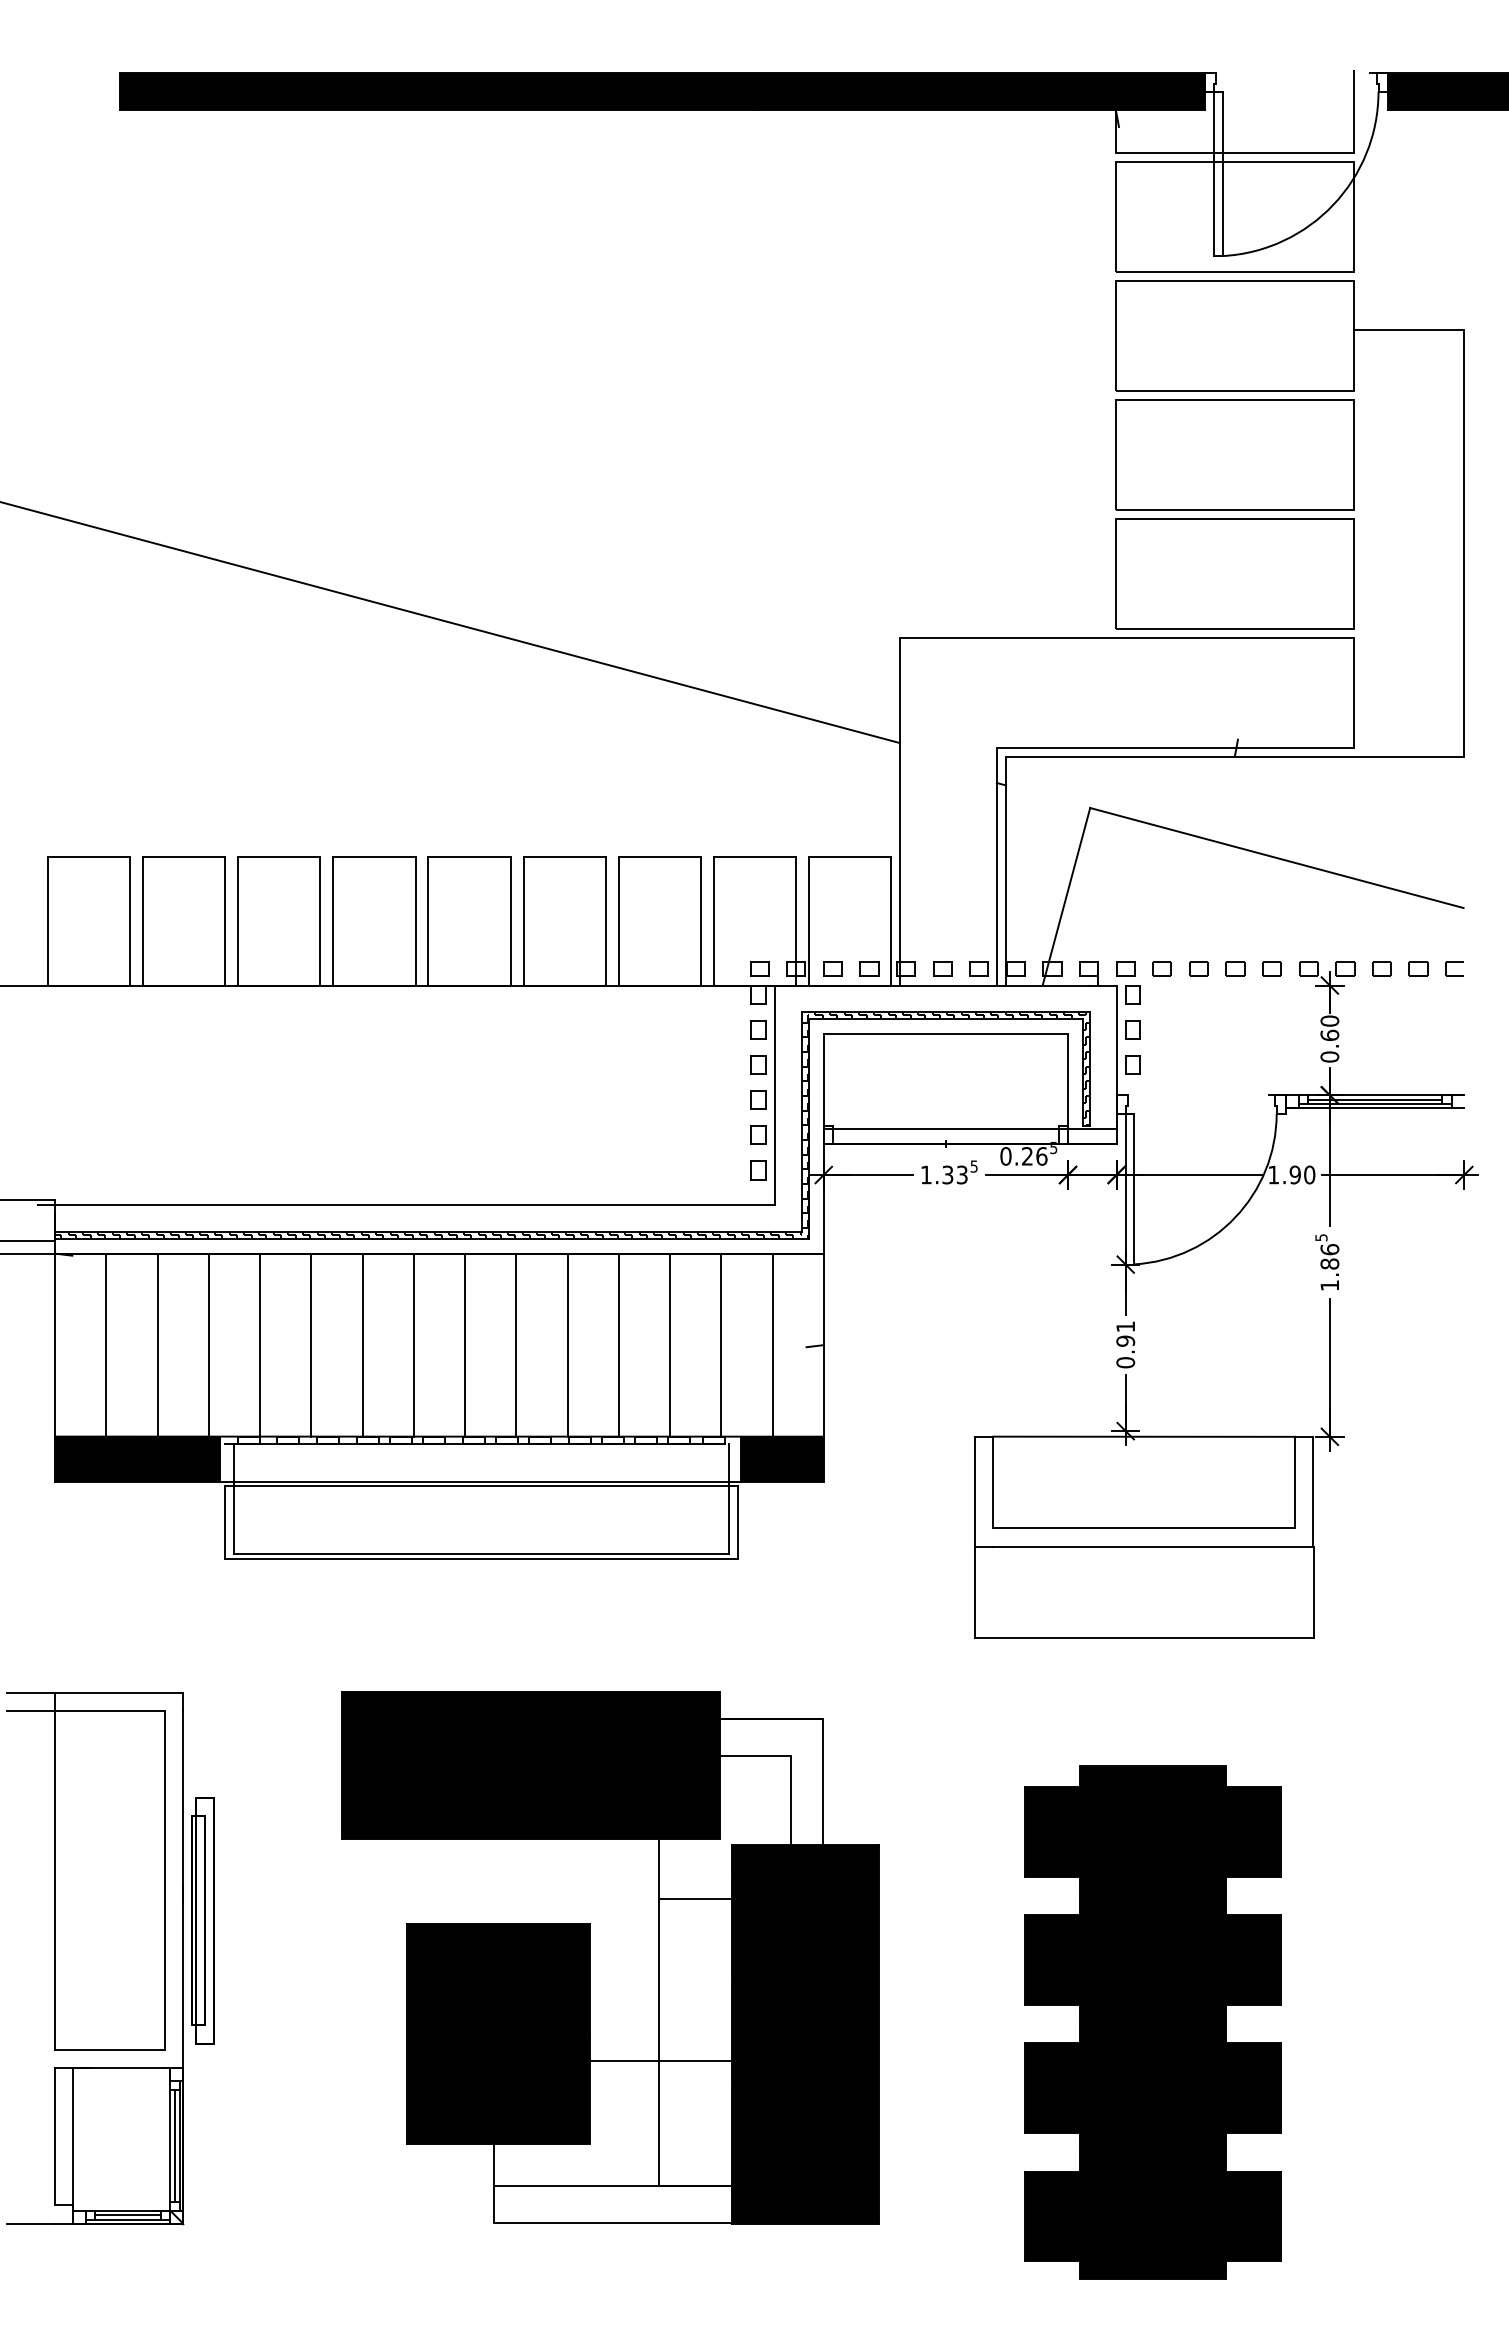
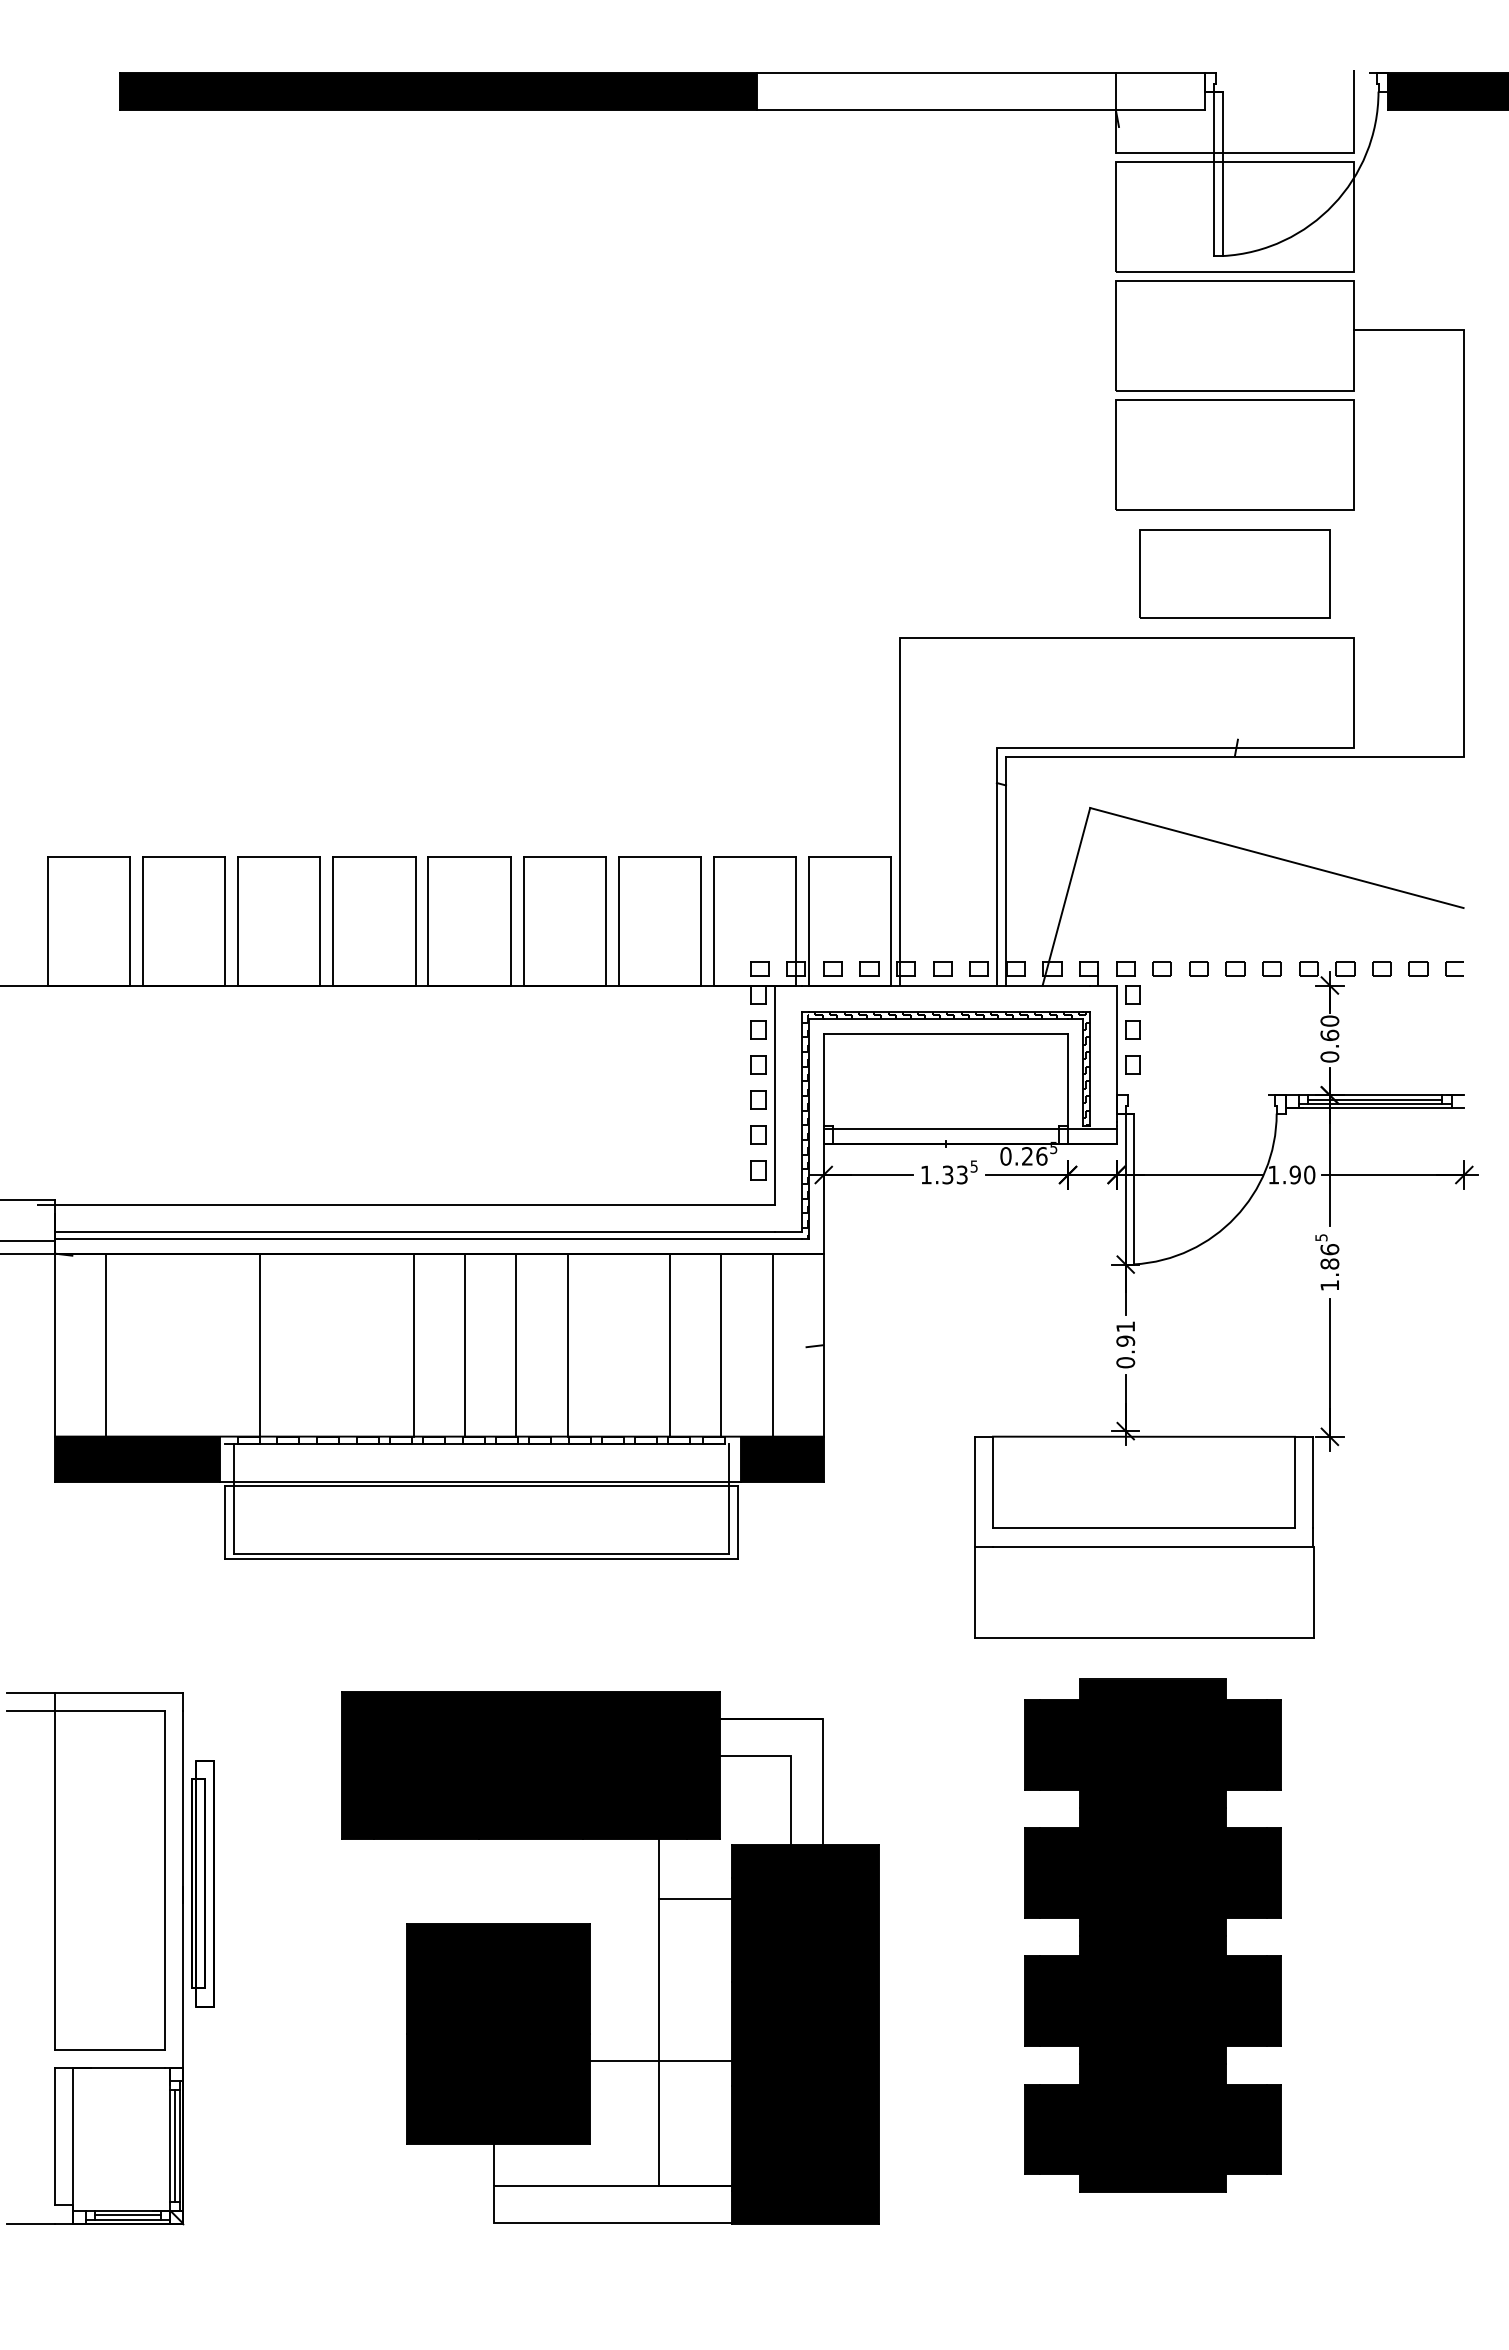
fill at (980, 91): present -> none
part at (1234, 573) size: 240x112 px -> 192x90 px
line at (450, 622): present -> none
hatch at (428, 1235): present -> none
line at (157, 1344): present -> none
line at (208, 1344): present -> none
line at (311, 1344): present -> none
line at (362, 1344): present -> none
line at (618, 1344): present -> none
part at (202, 1920) position: (202, 1920) -> (202, 1883)
part at (1152, 2022) position: (1152, 2022) -> (1152, 1935)
